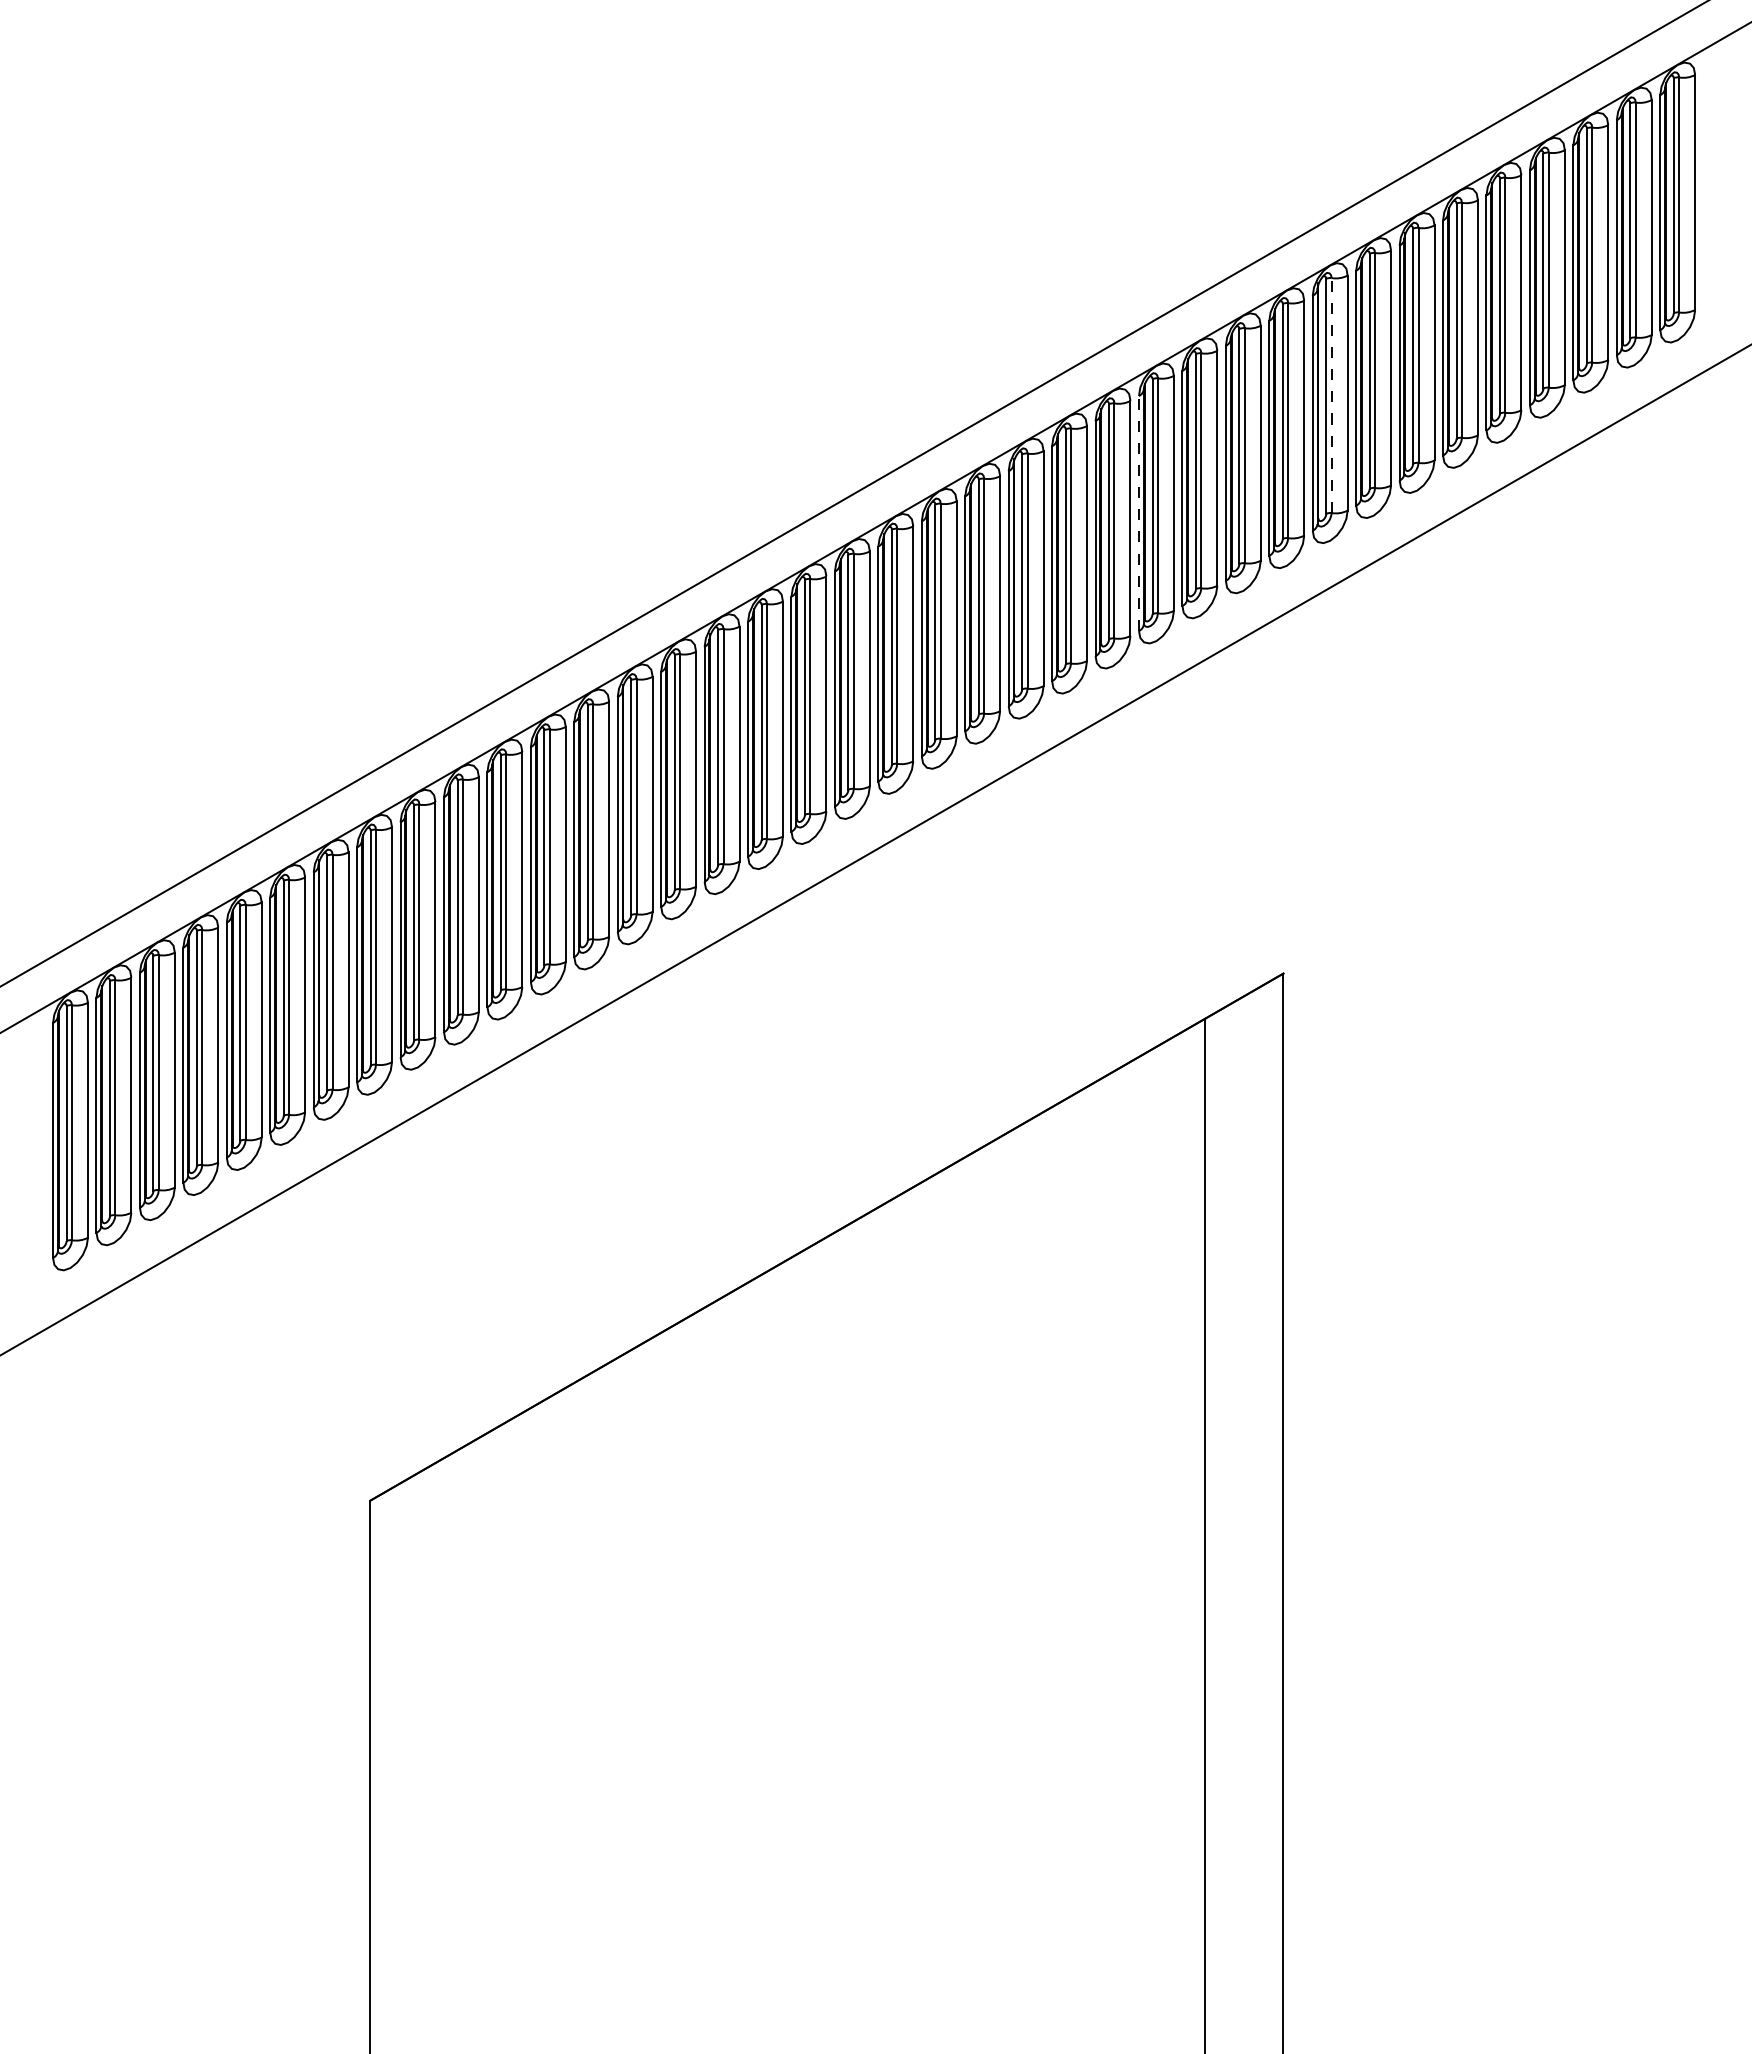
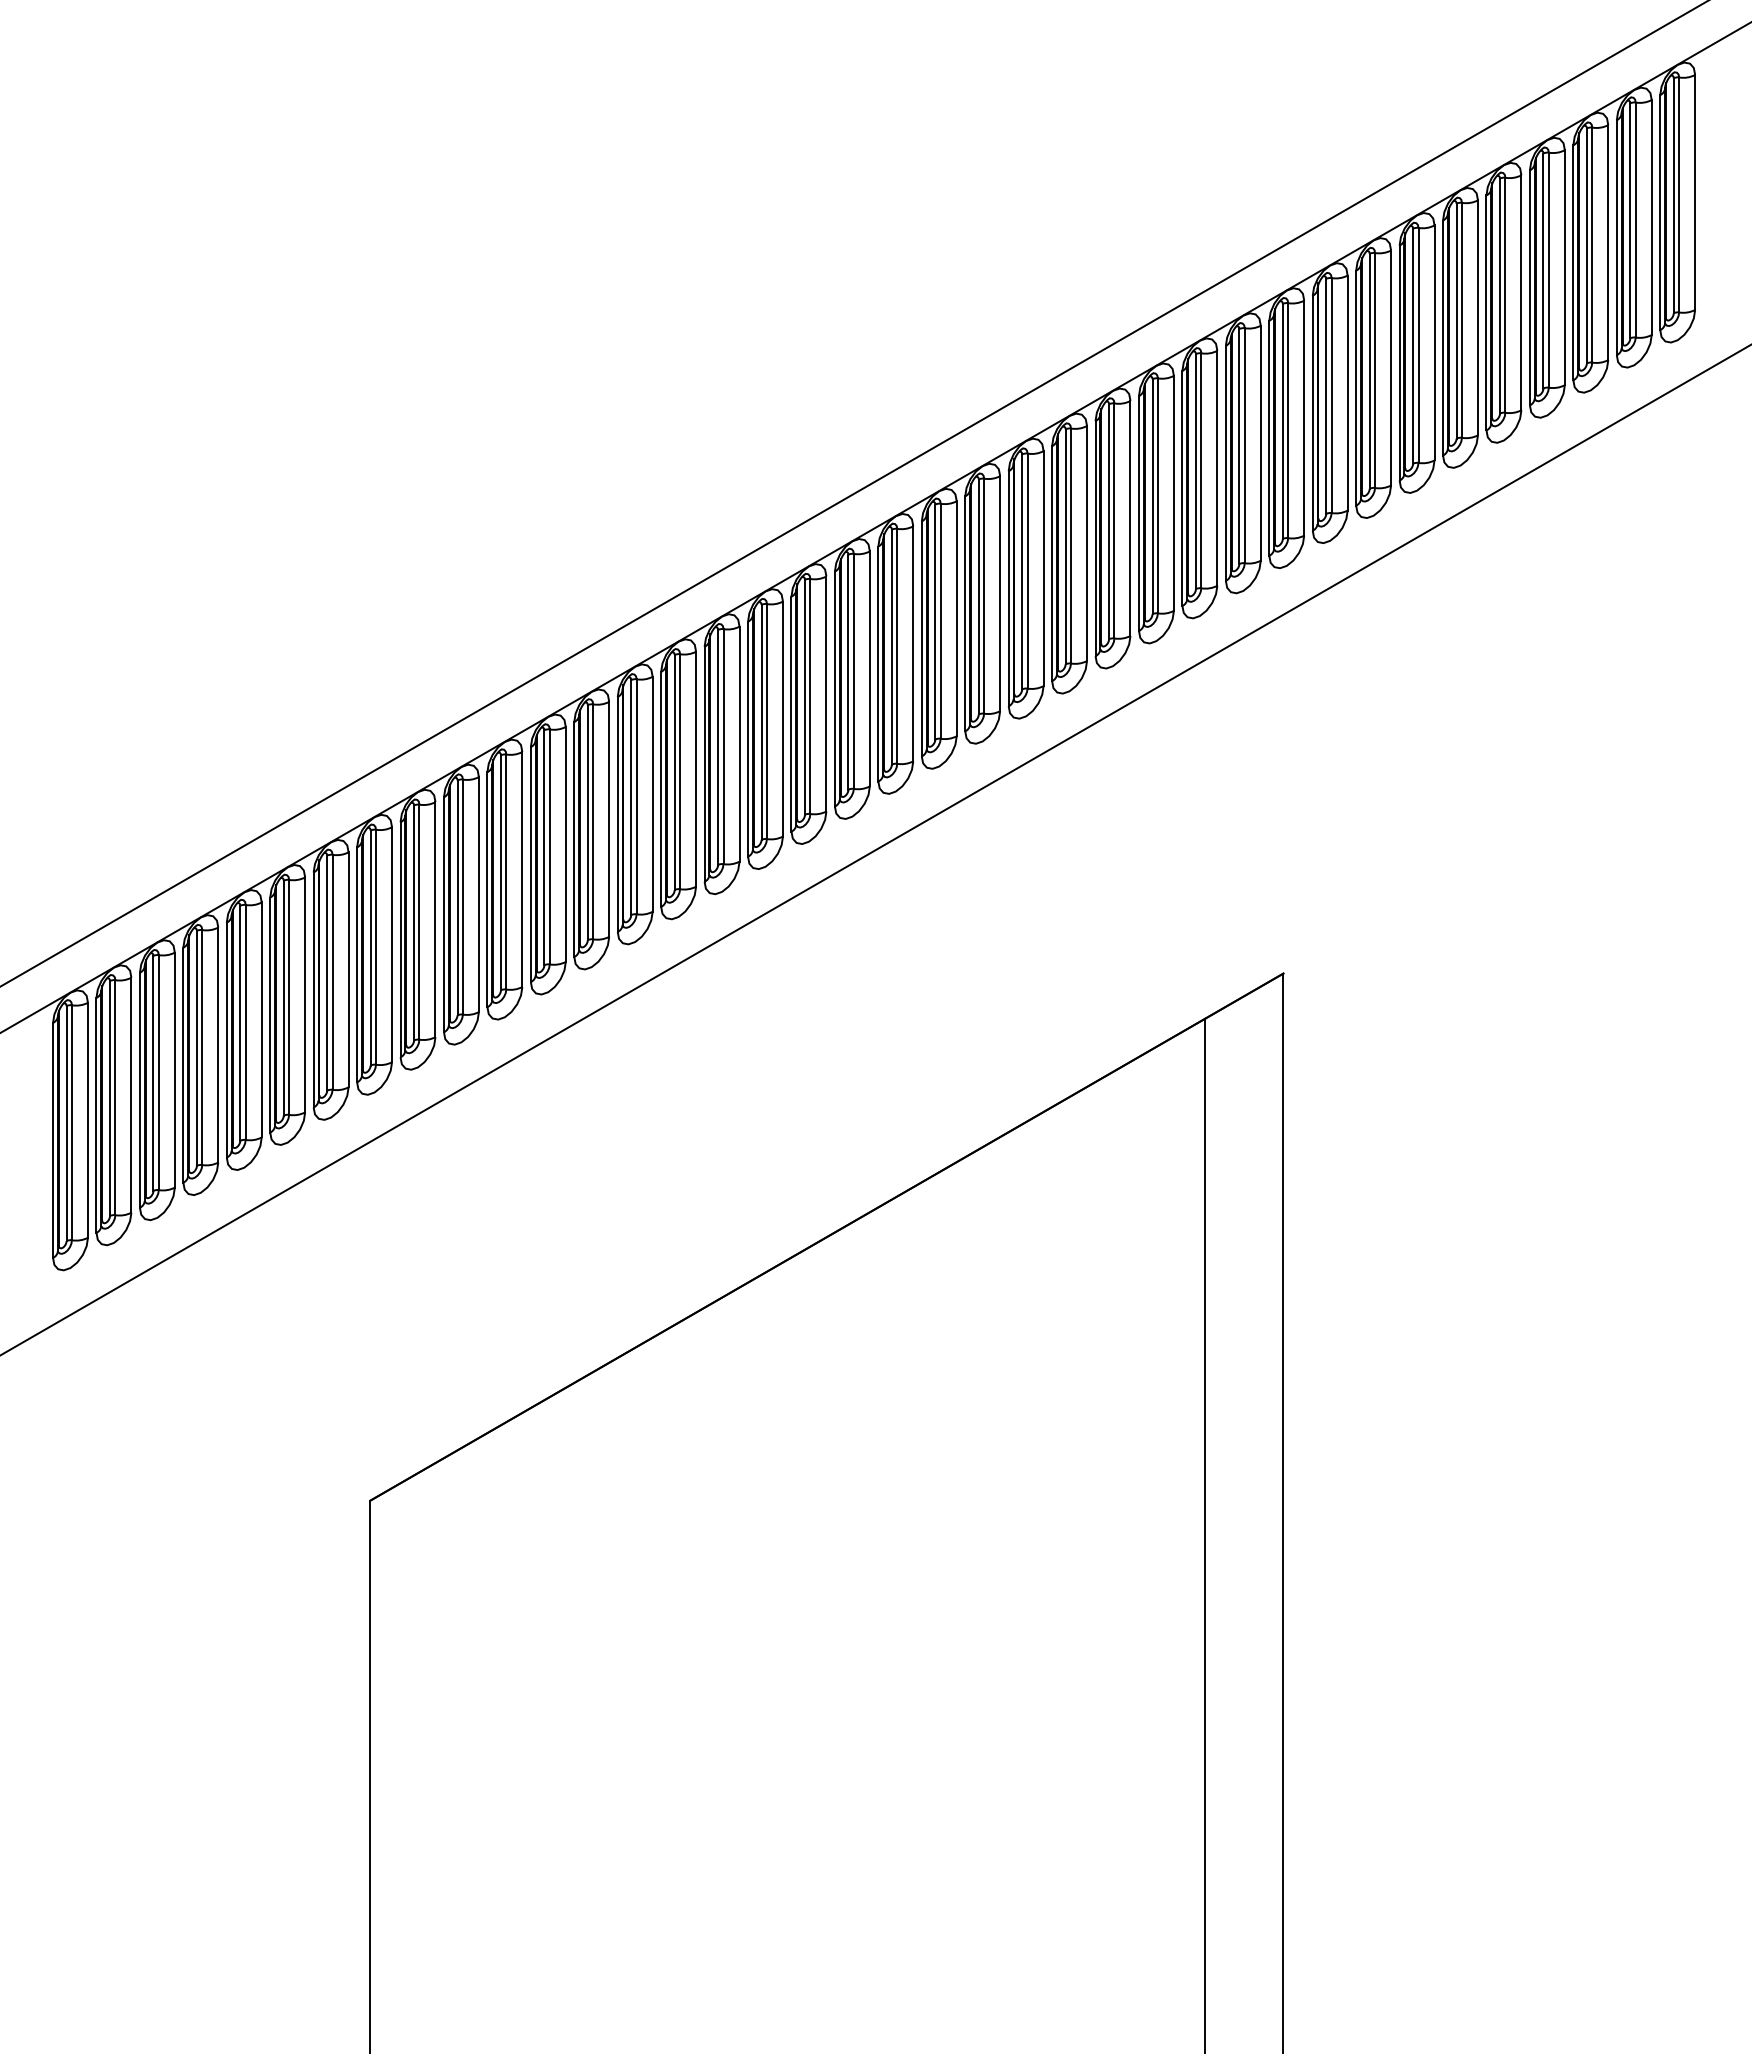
line at (1331, 395): dashed -> solid
line at (1138, 513): dashed -> solid
